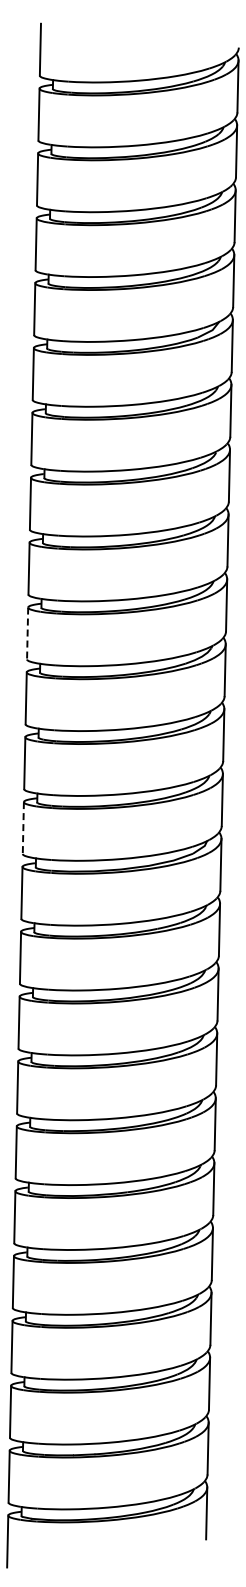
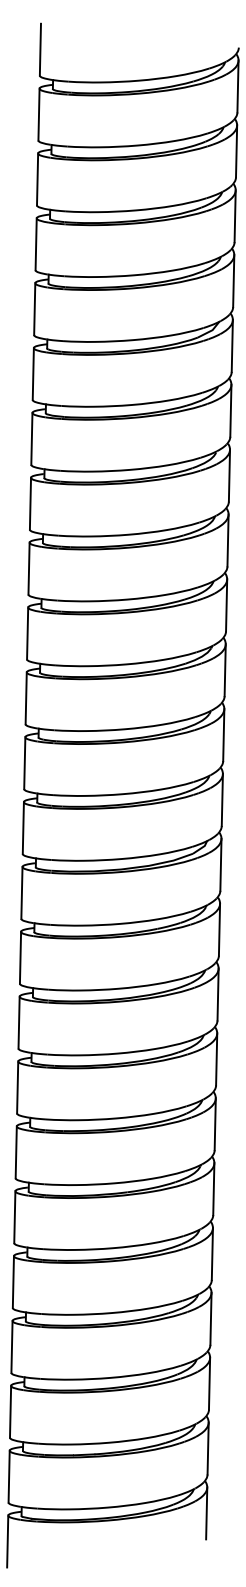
line at (27, 633): dashed -> solid
line at (23, 828): dashed -> solid
